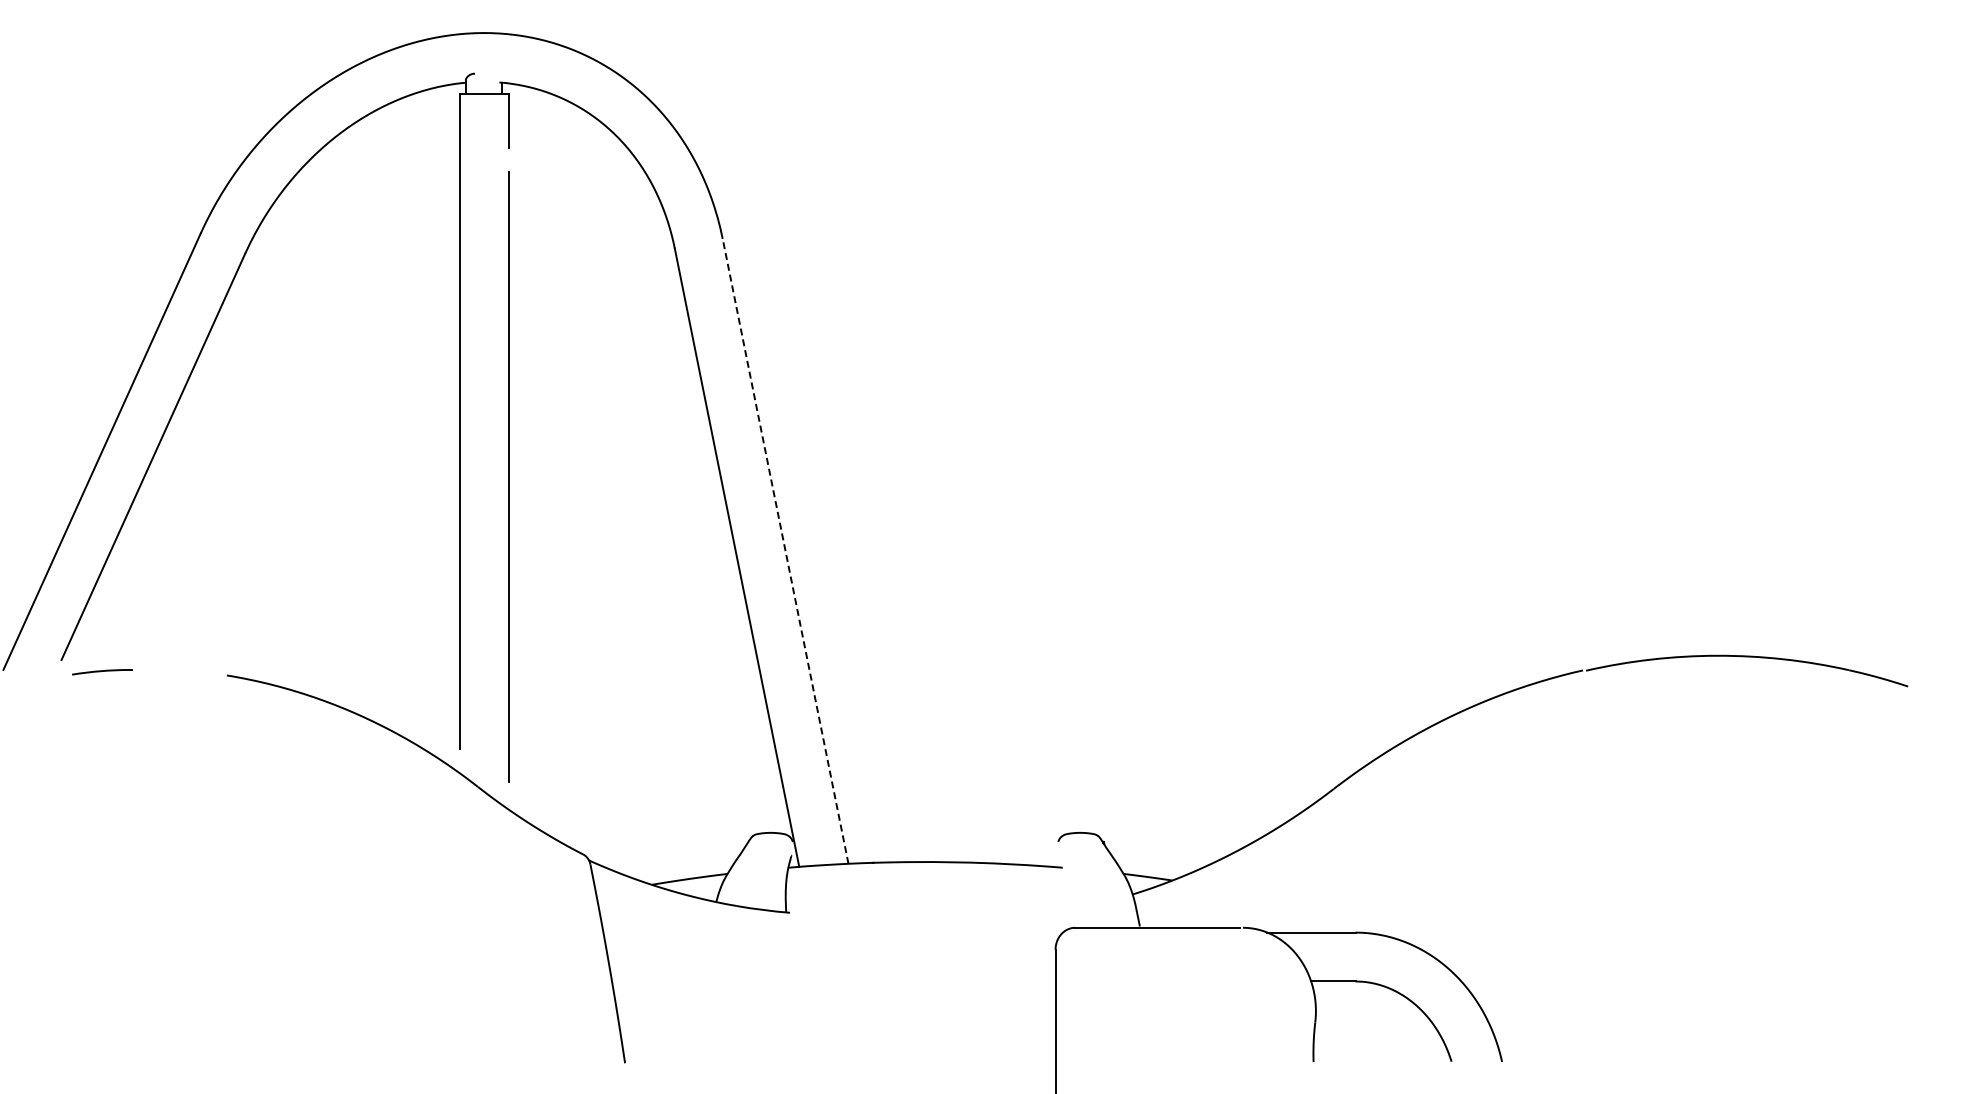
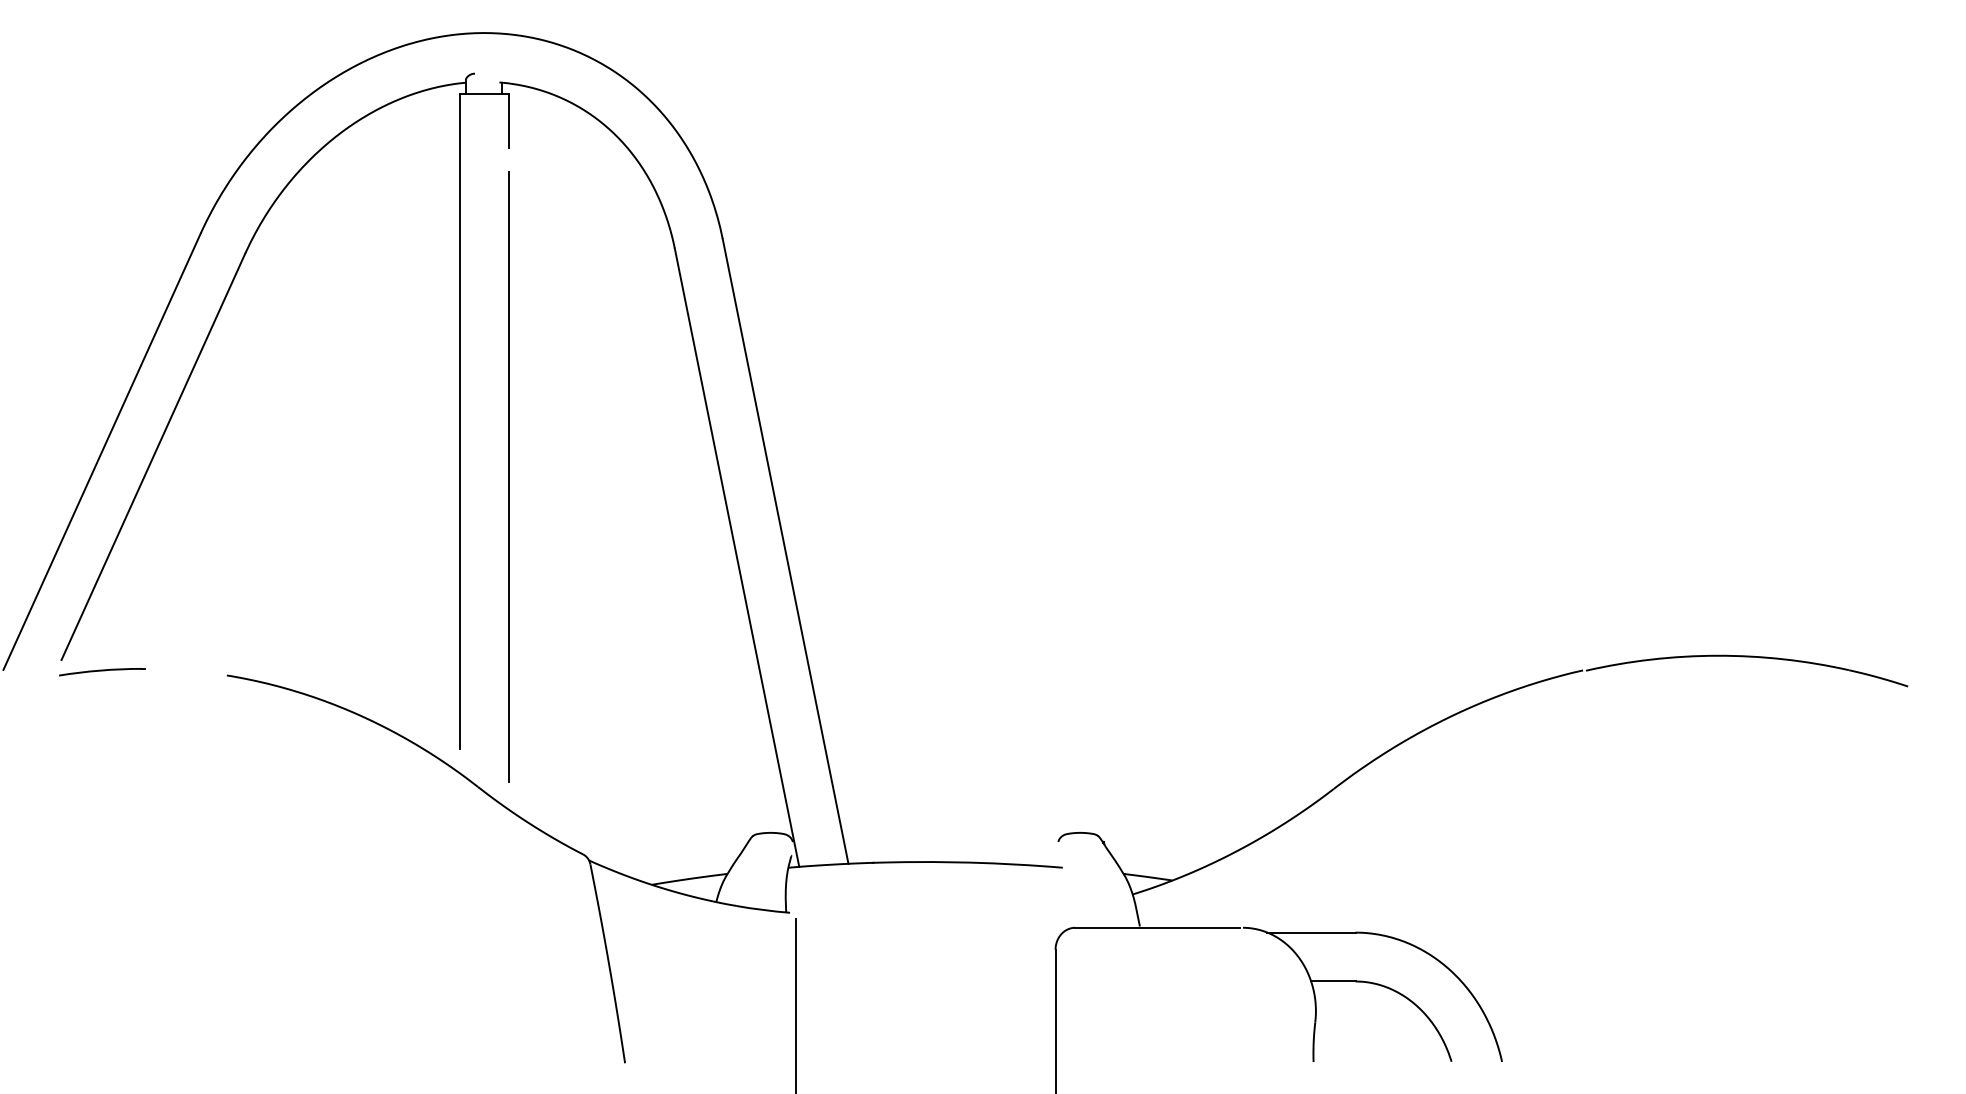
line at (785, 551): dashed -> solid
part at (102, 672) size: 61x7 px -> 87x9 px
line at (795, 1004): none -> present
